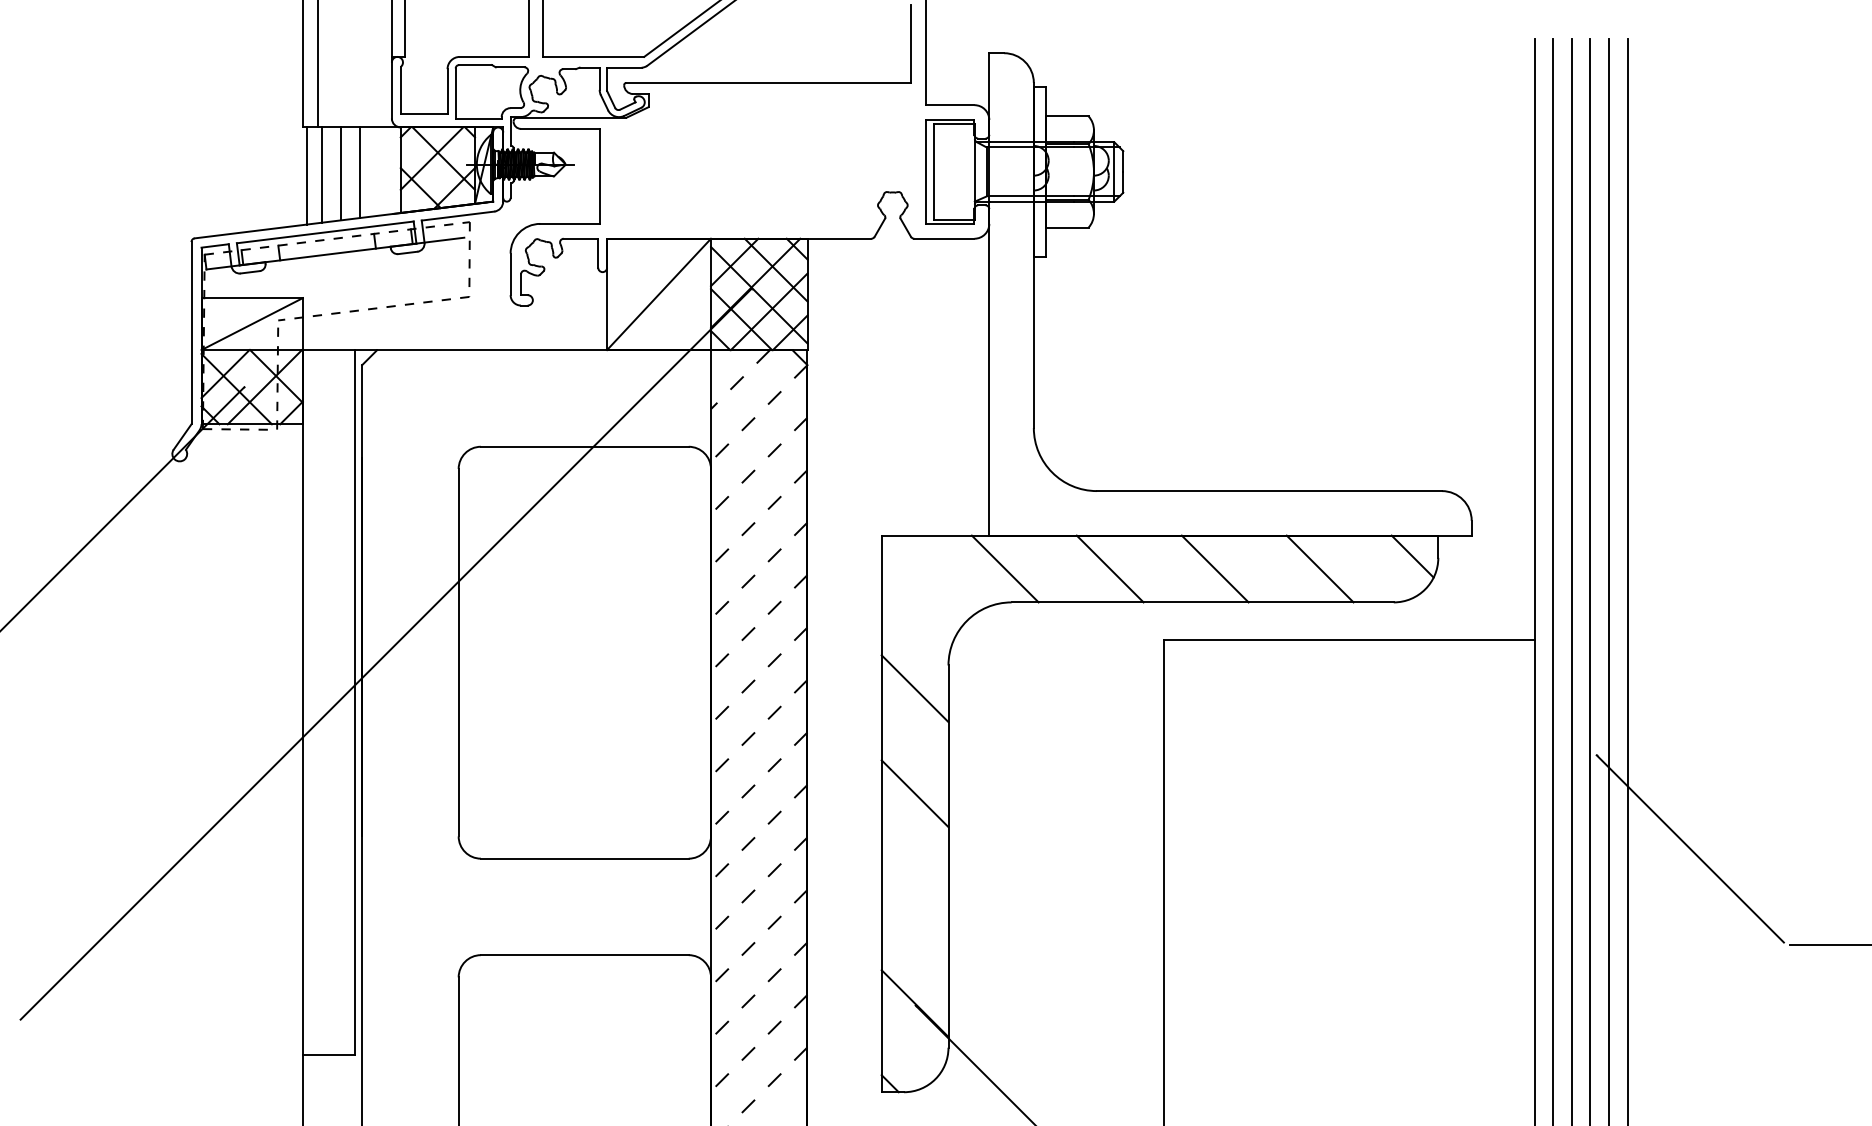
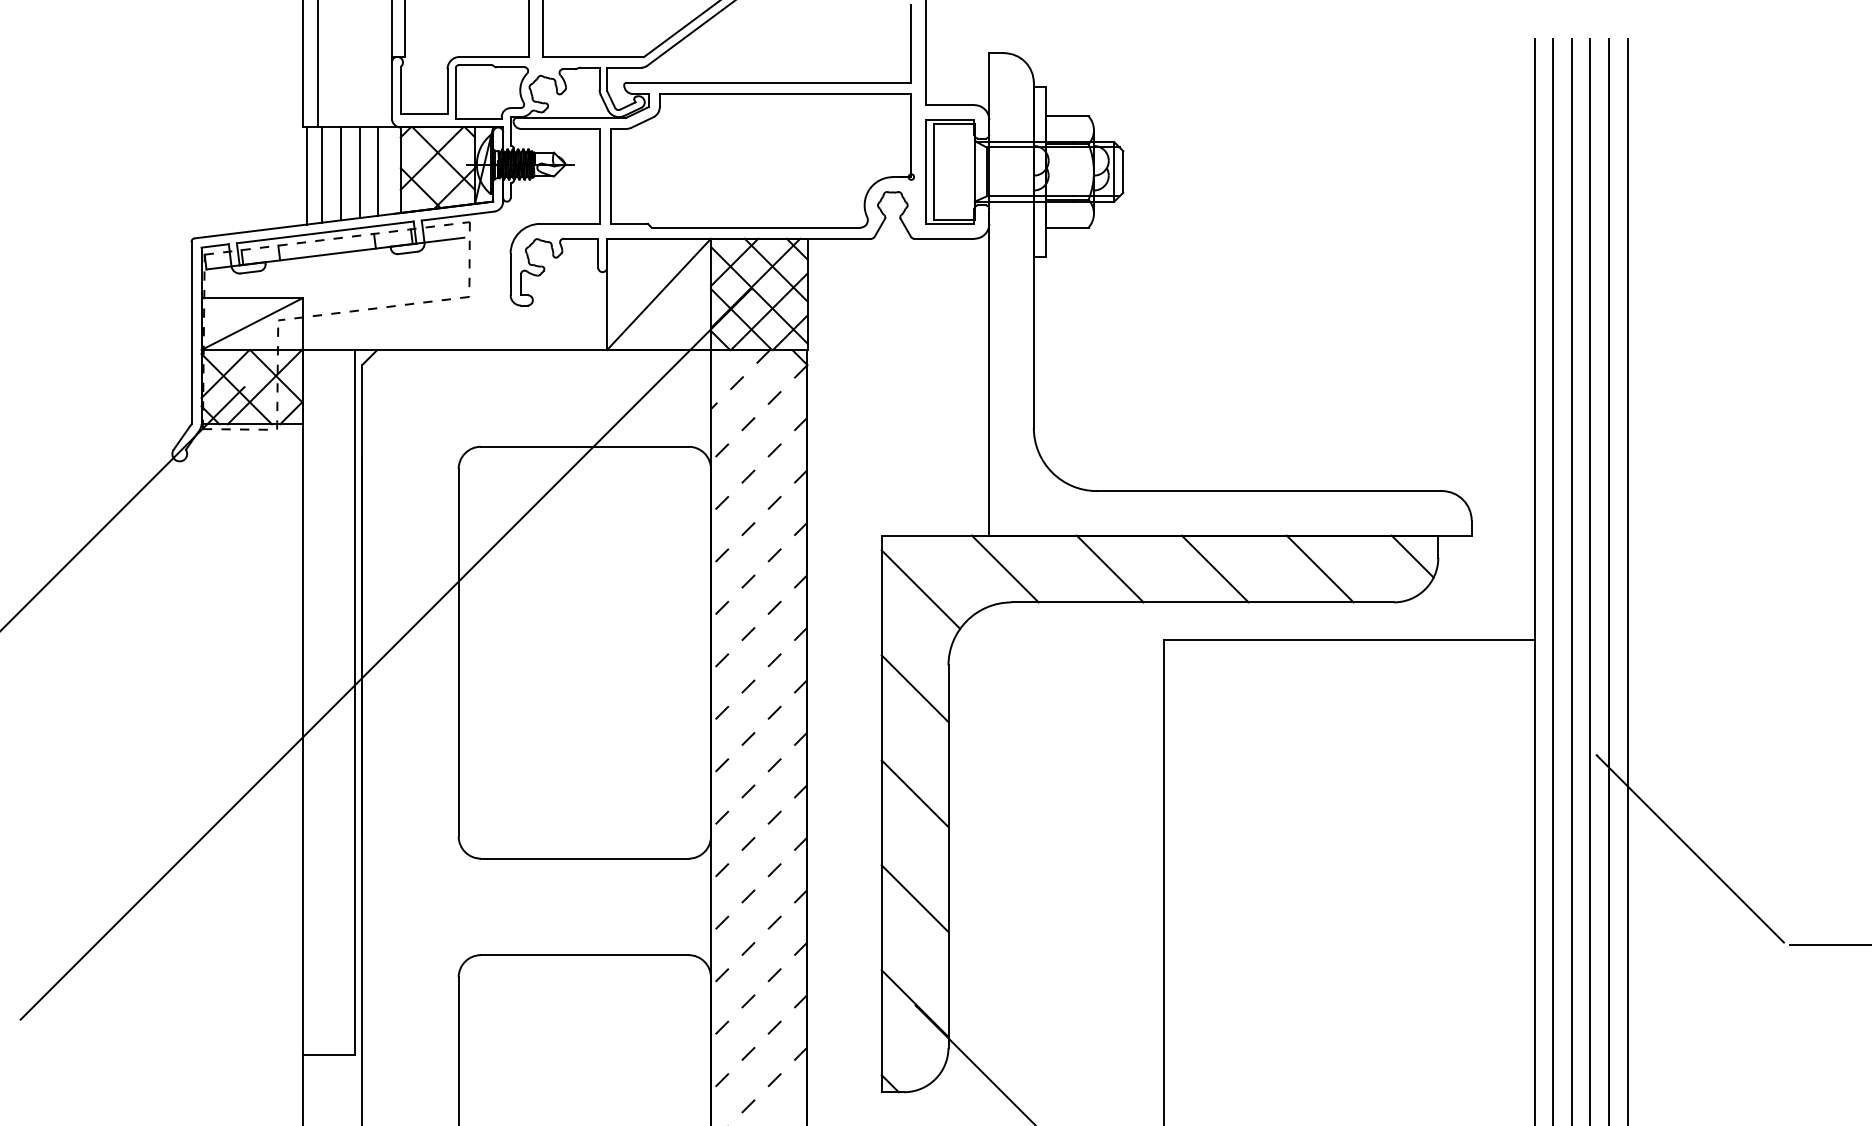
part at (762, 160): none -> present
line at (378, 171): none -> present
line at (920, 589): none -> present
line at (914, 898): none -> present
